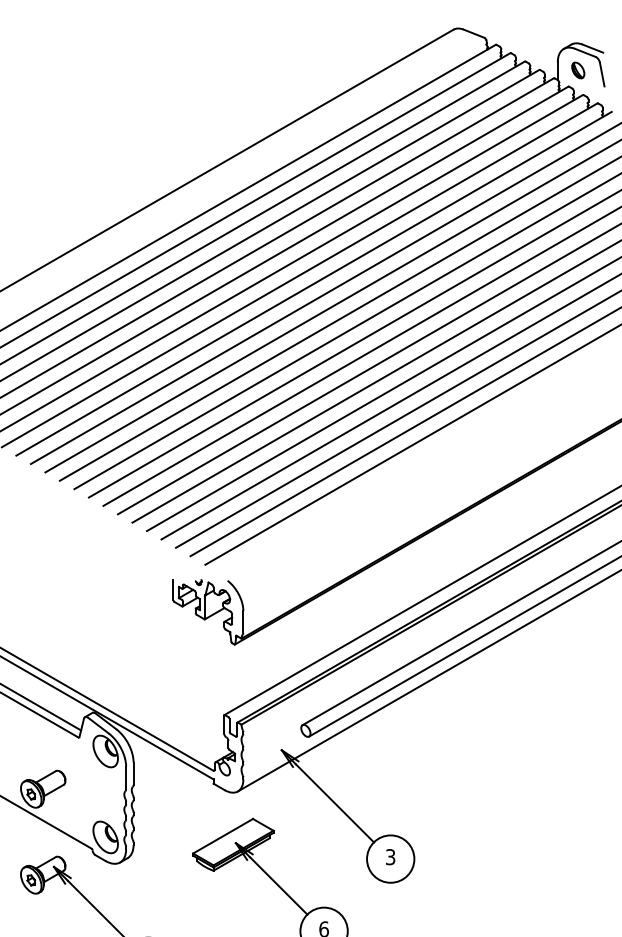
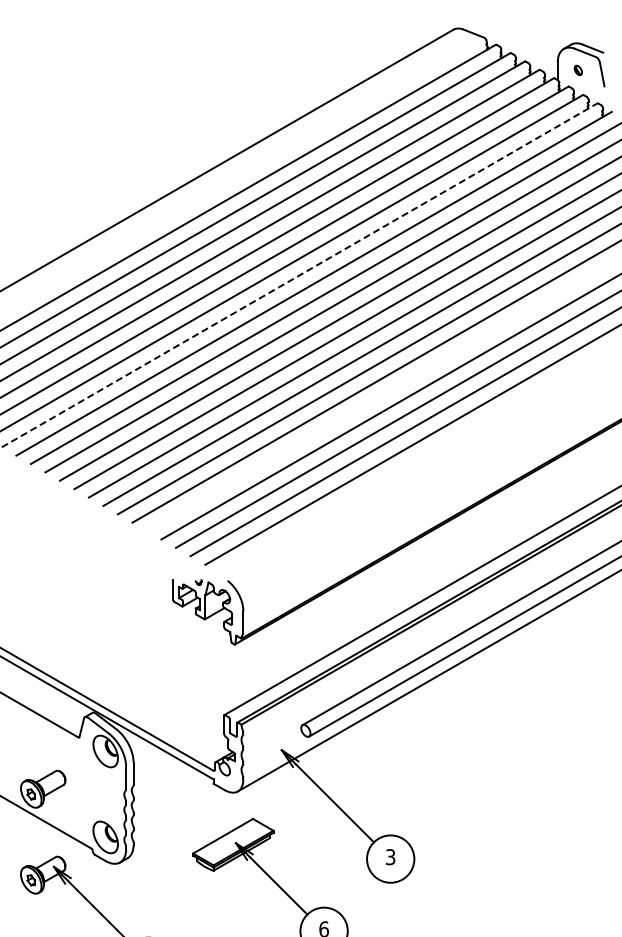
part at (578, 70) size: 15x19 px -> 10x13 px
line at (299, 275): solid -> dashed
line at (382, 394): present -> none
line at (41, 707): present -> none
